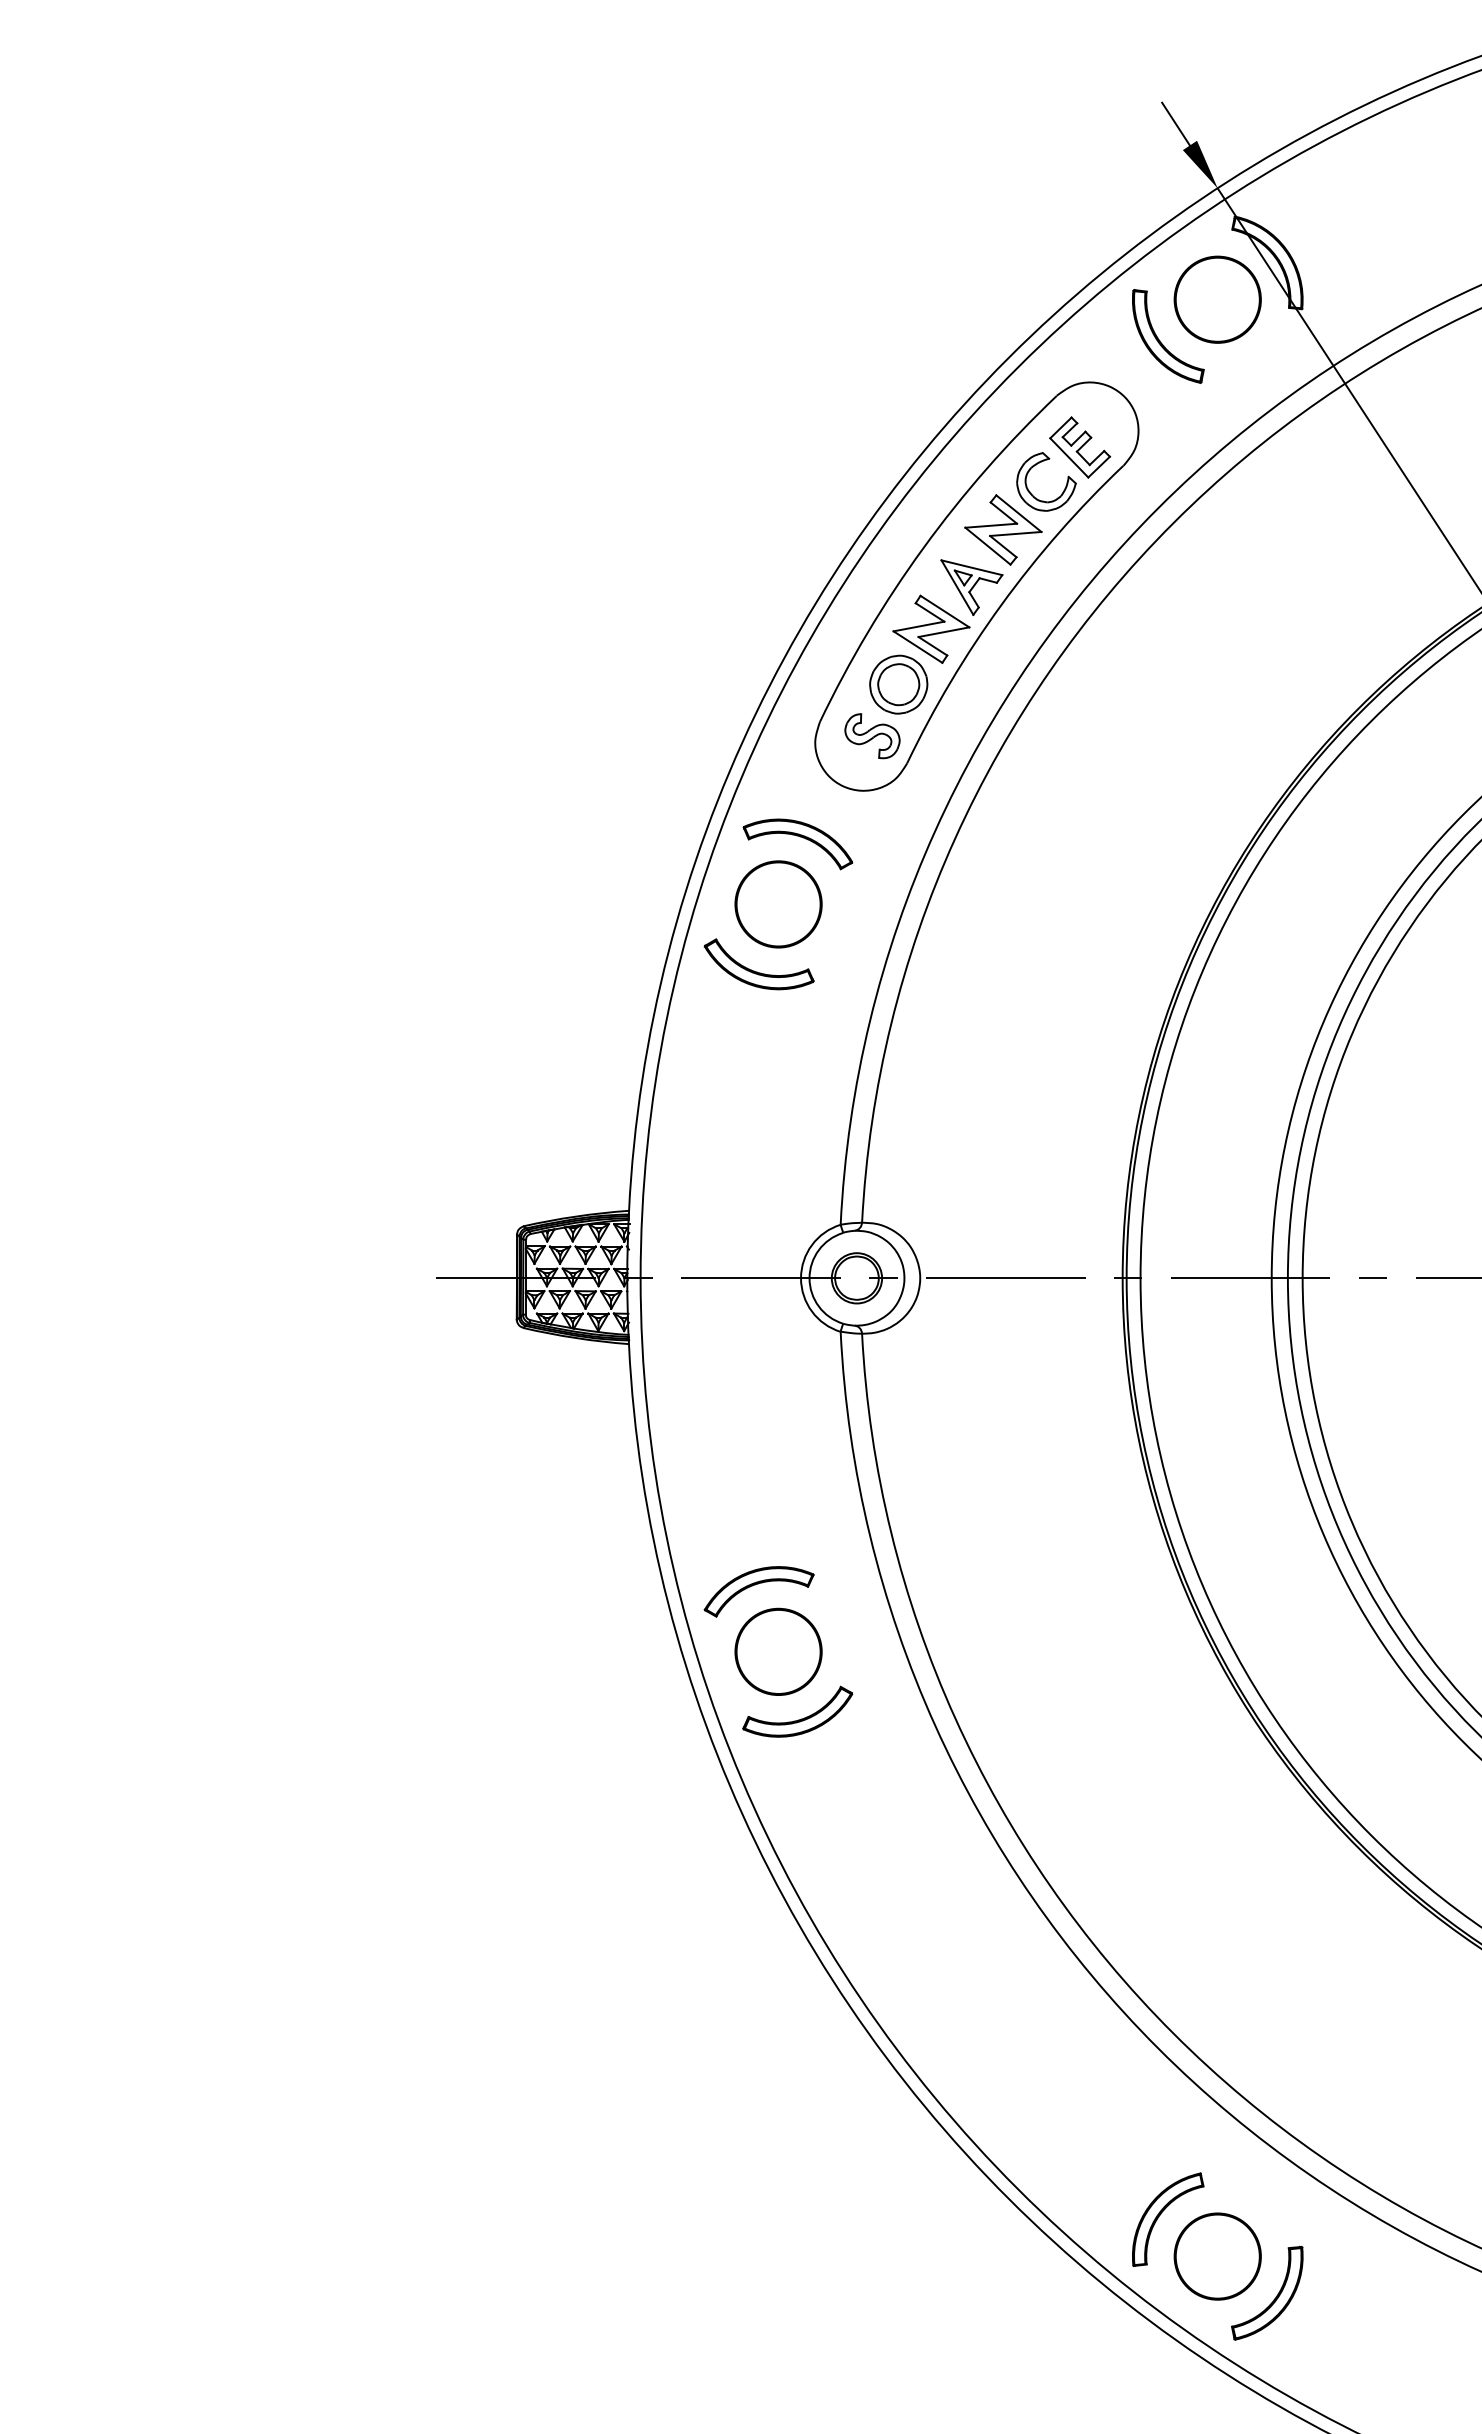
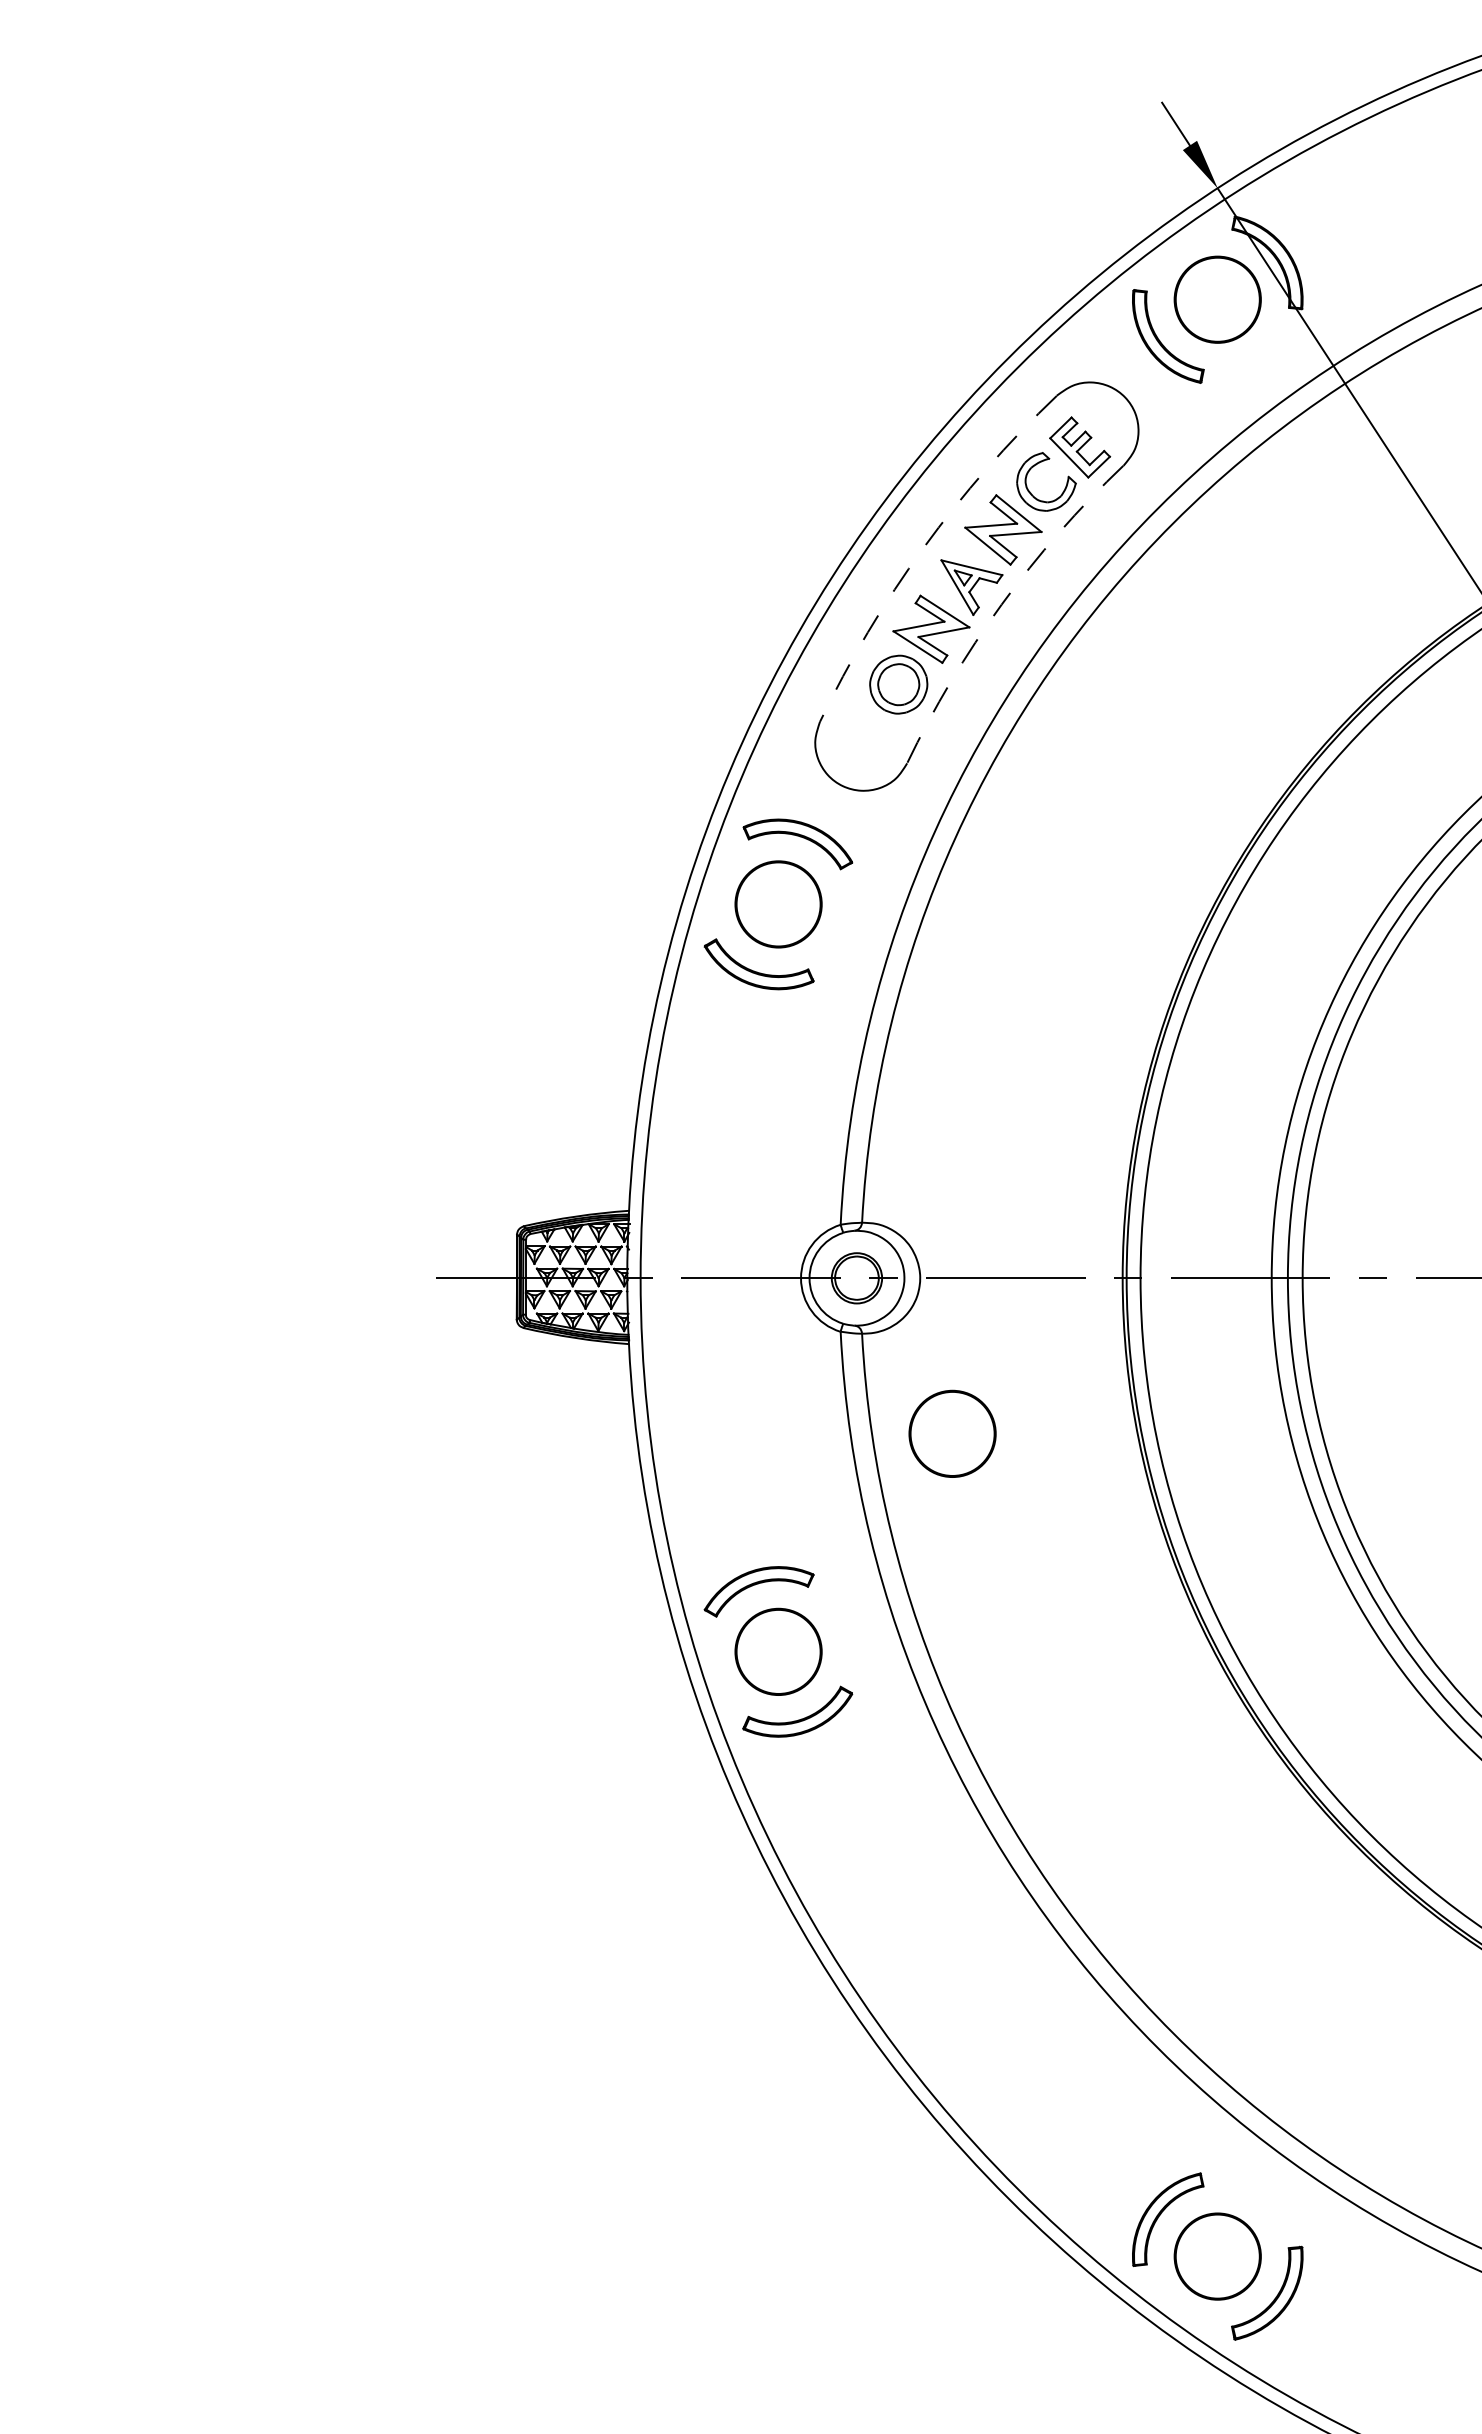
arc at (923, 547): solid -> dashed
arc at (1001, 604): solid -> dashed
part at (872, 736): present -> none
part at (952, 1433): none -> present
